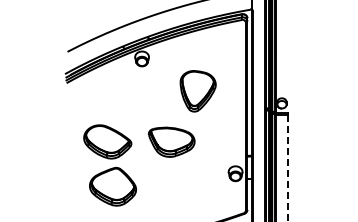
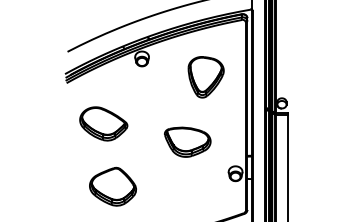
part at (197, 91) position: (197, 91) -> (205, 77)
part at (107, 141) position: (107, 141) -> (103, 123)
part at (171, 141) position: (171, 141) -> (187, 141)
line at (287, 168): dashed -> solid
